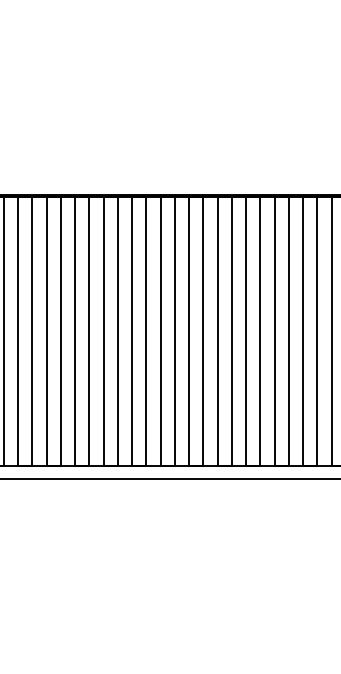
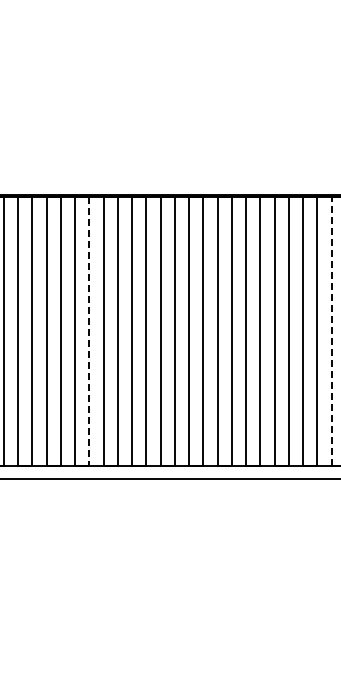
line at (89, 331): solid -> dashed
line at (331, 331): solid -> dashed
